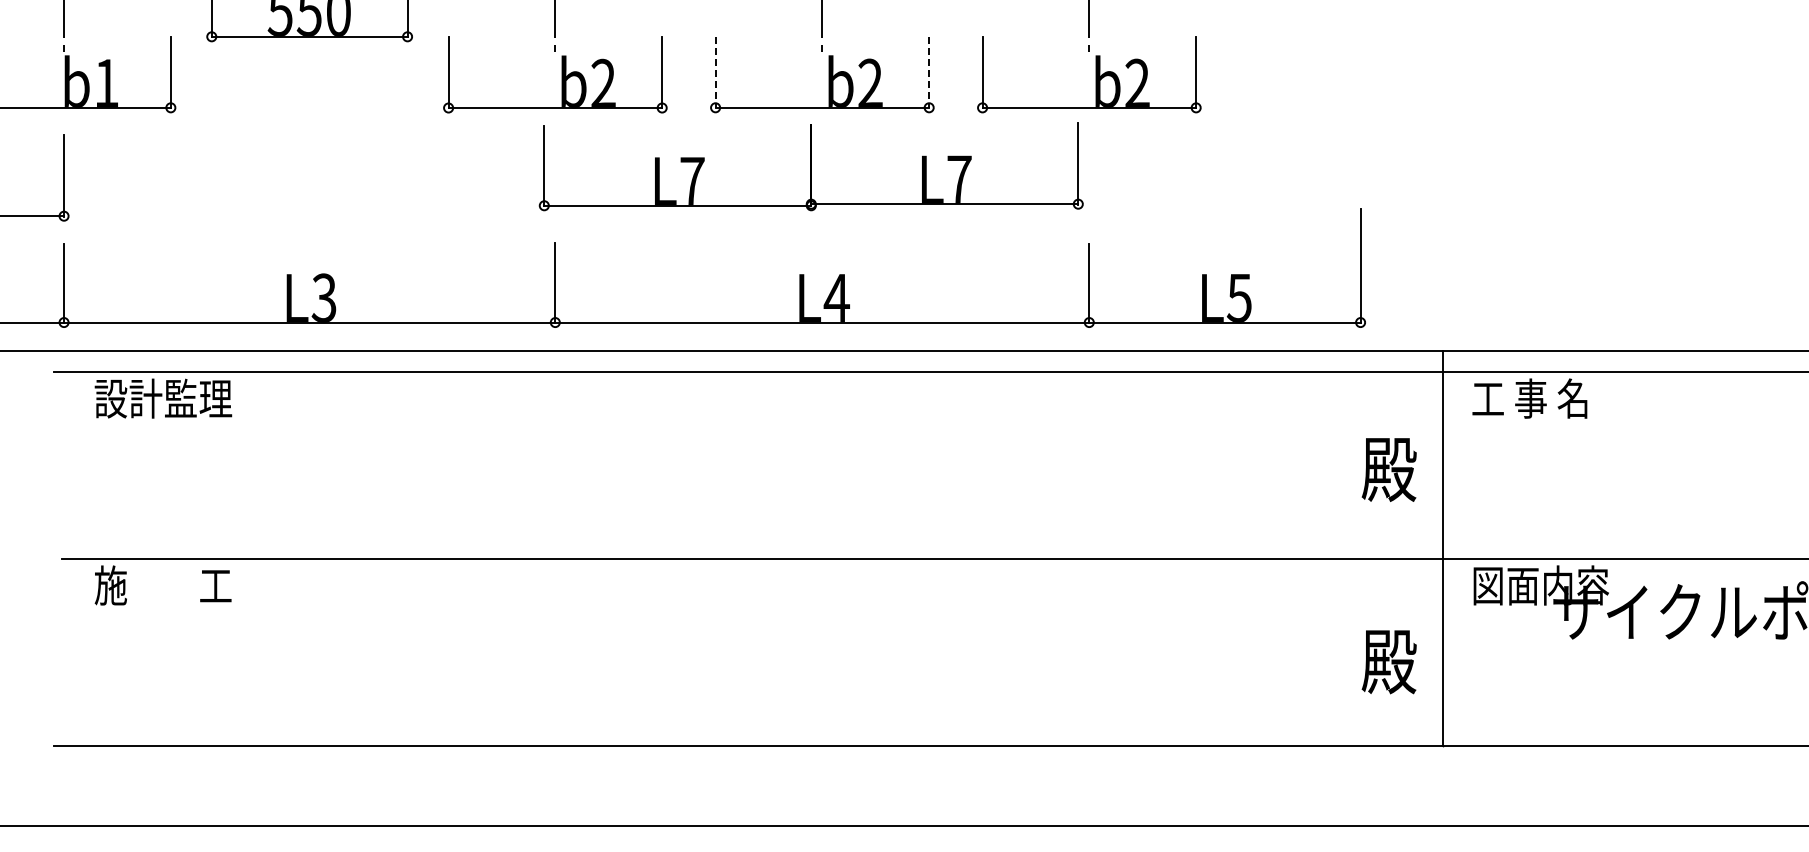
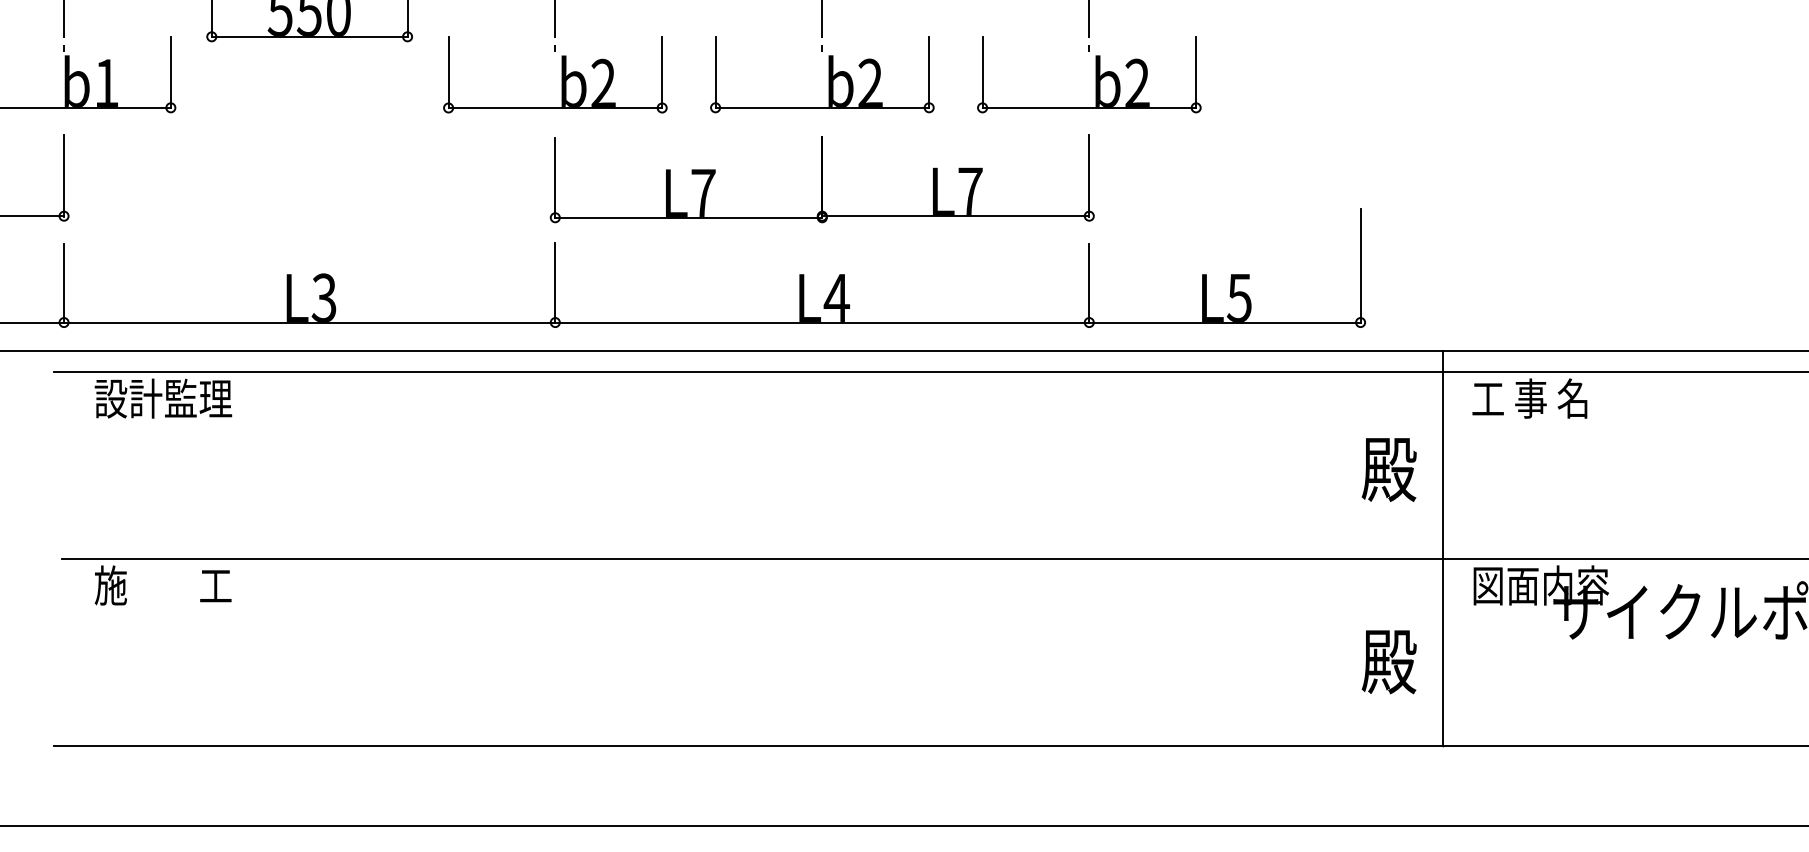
line at (715, 72): dashed -> solid
line at (929, 72): dashed -> solid
part at (810, 166) position: (810, 166) -> (821, 178)
